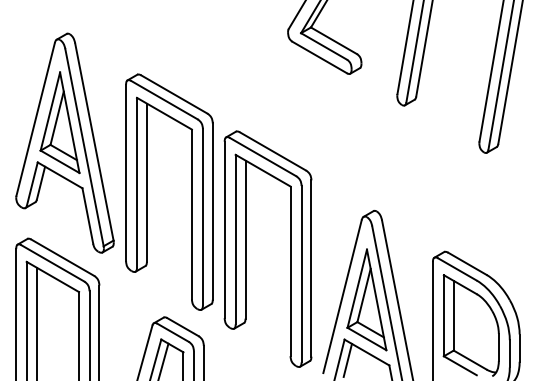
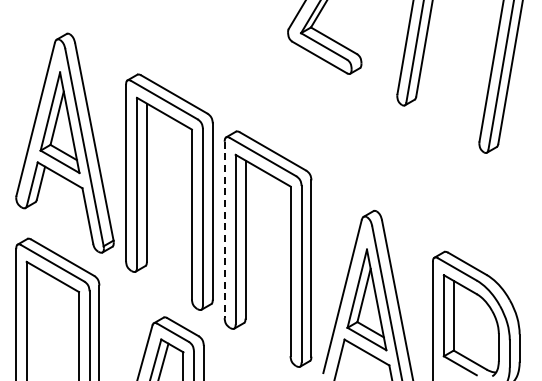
line at (224, 230): solid -> dashed
line at (36, 322): present -> none
line at (347, 359): present -> none
